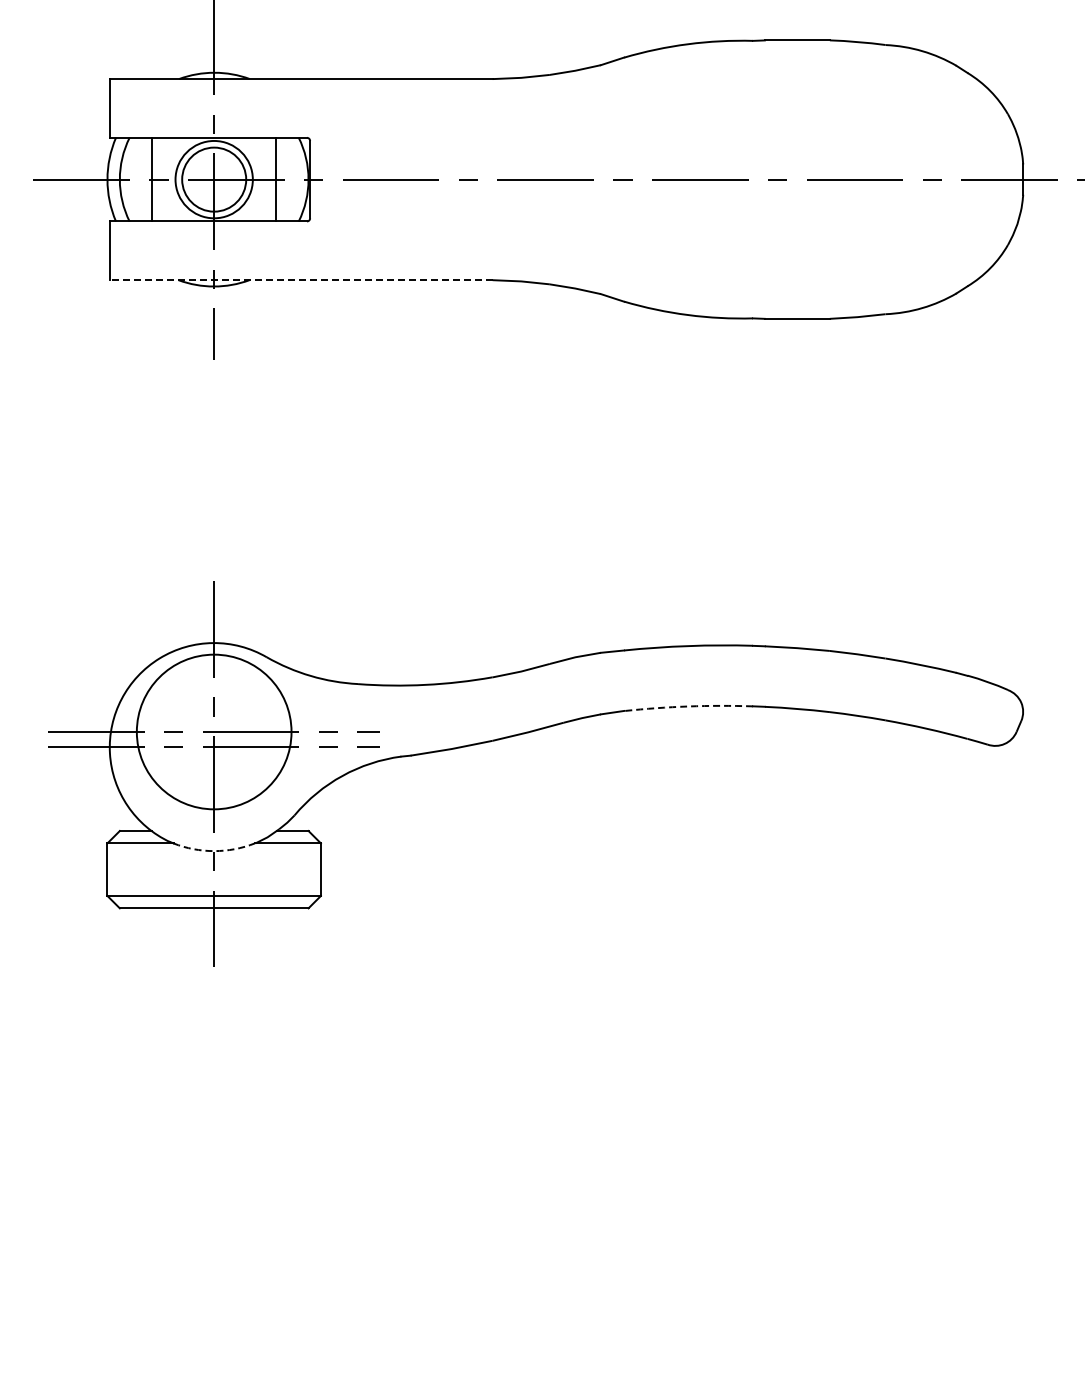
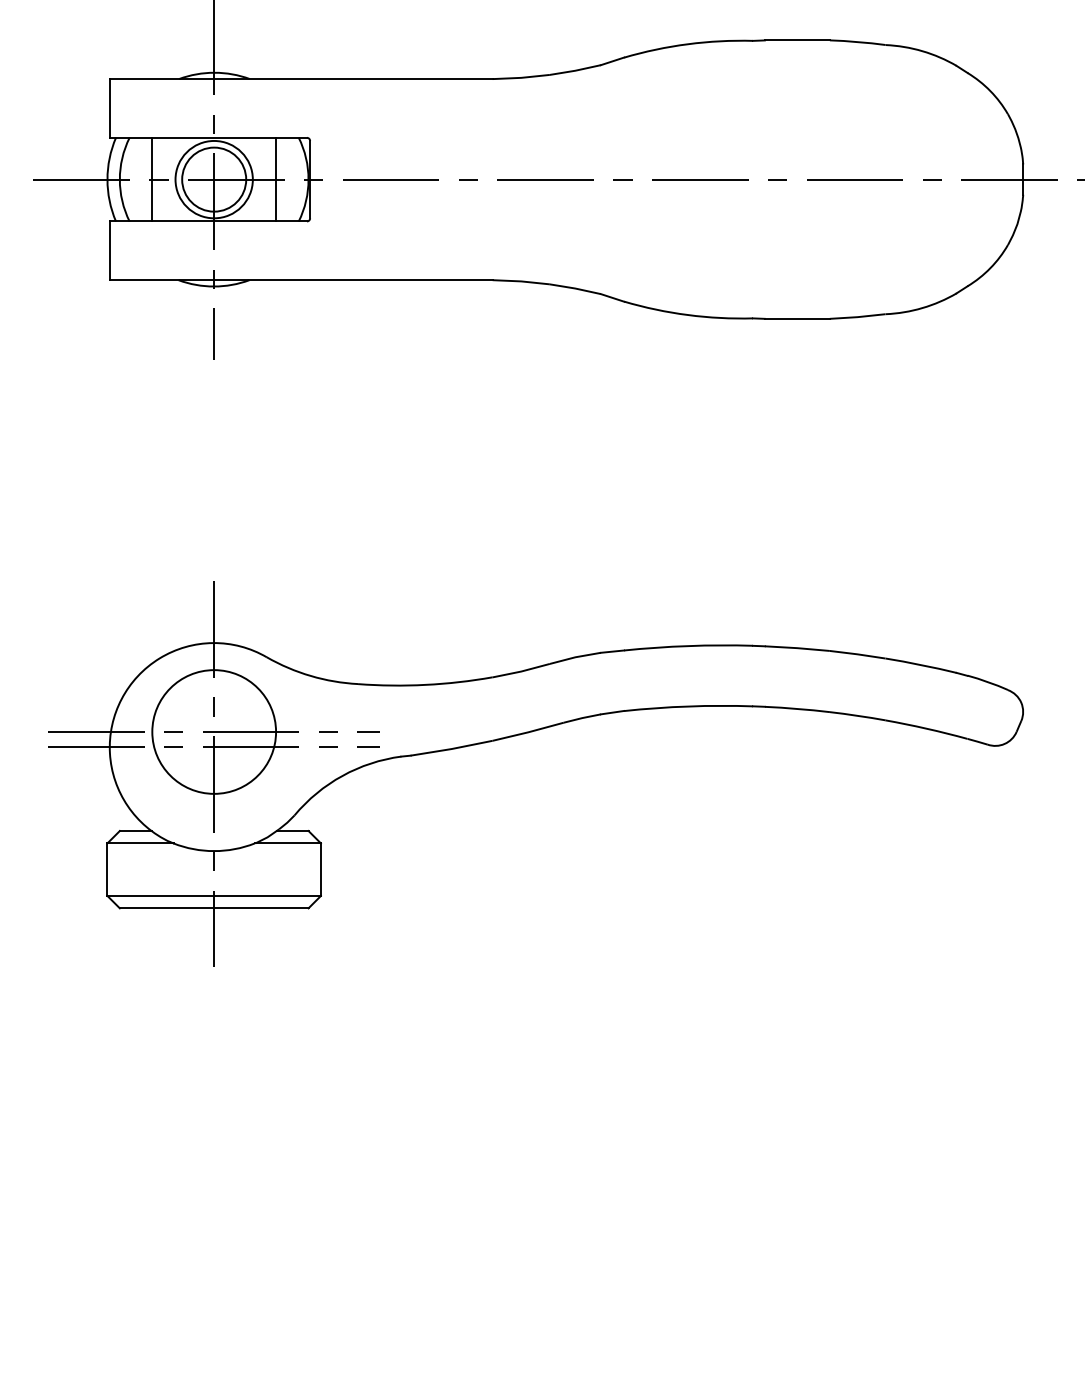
line at (300, 280): dashed -> solid
arc at (688, 706): dashed -> solid
circle at (213, 731) diameter: 155 px -> 124 px
arc at (214, 851): dashed -> solid
